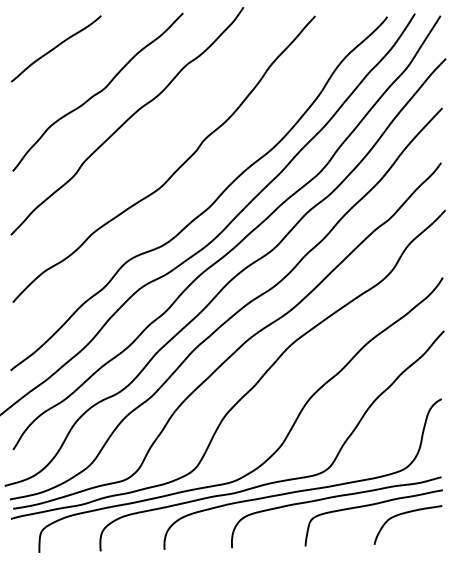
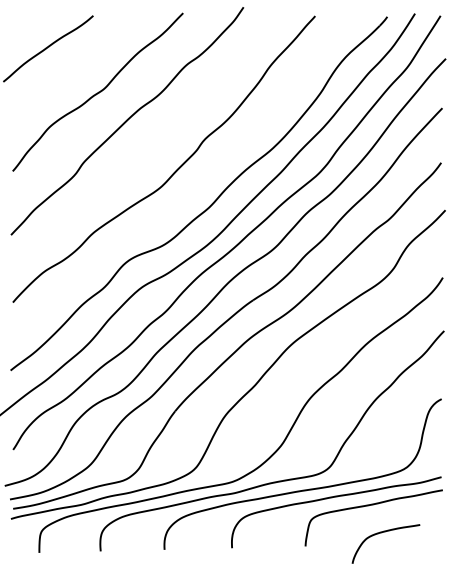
curve at (56, 47) position: (56, 47) -> (48, 47)
curve at (403, 514) position: (403, 514) -> (381, 533)
